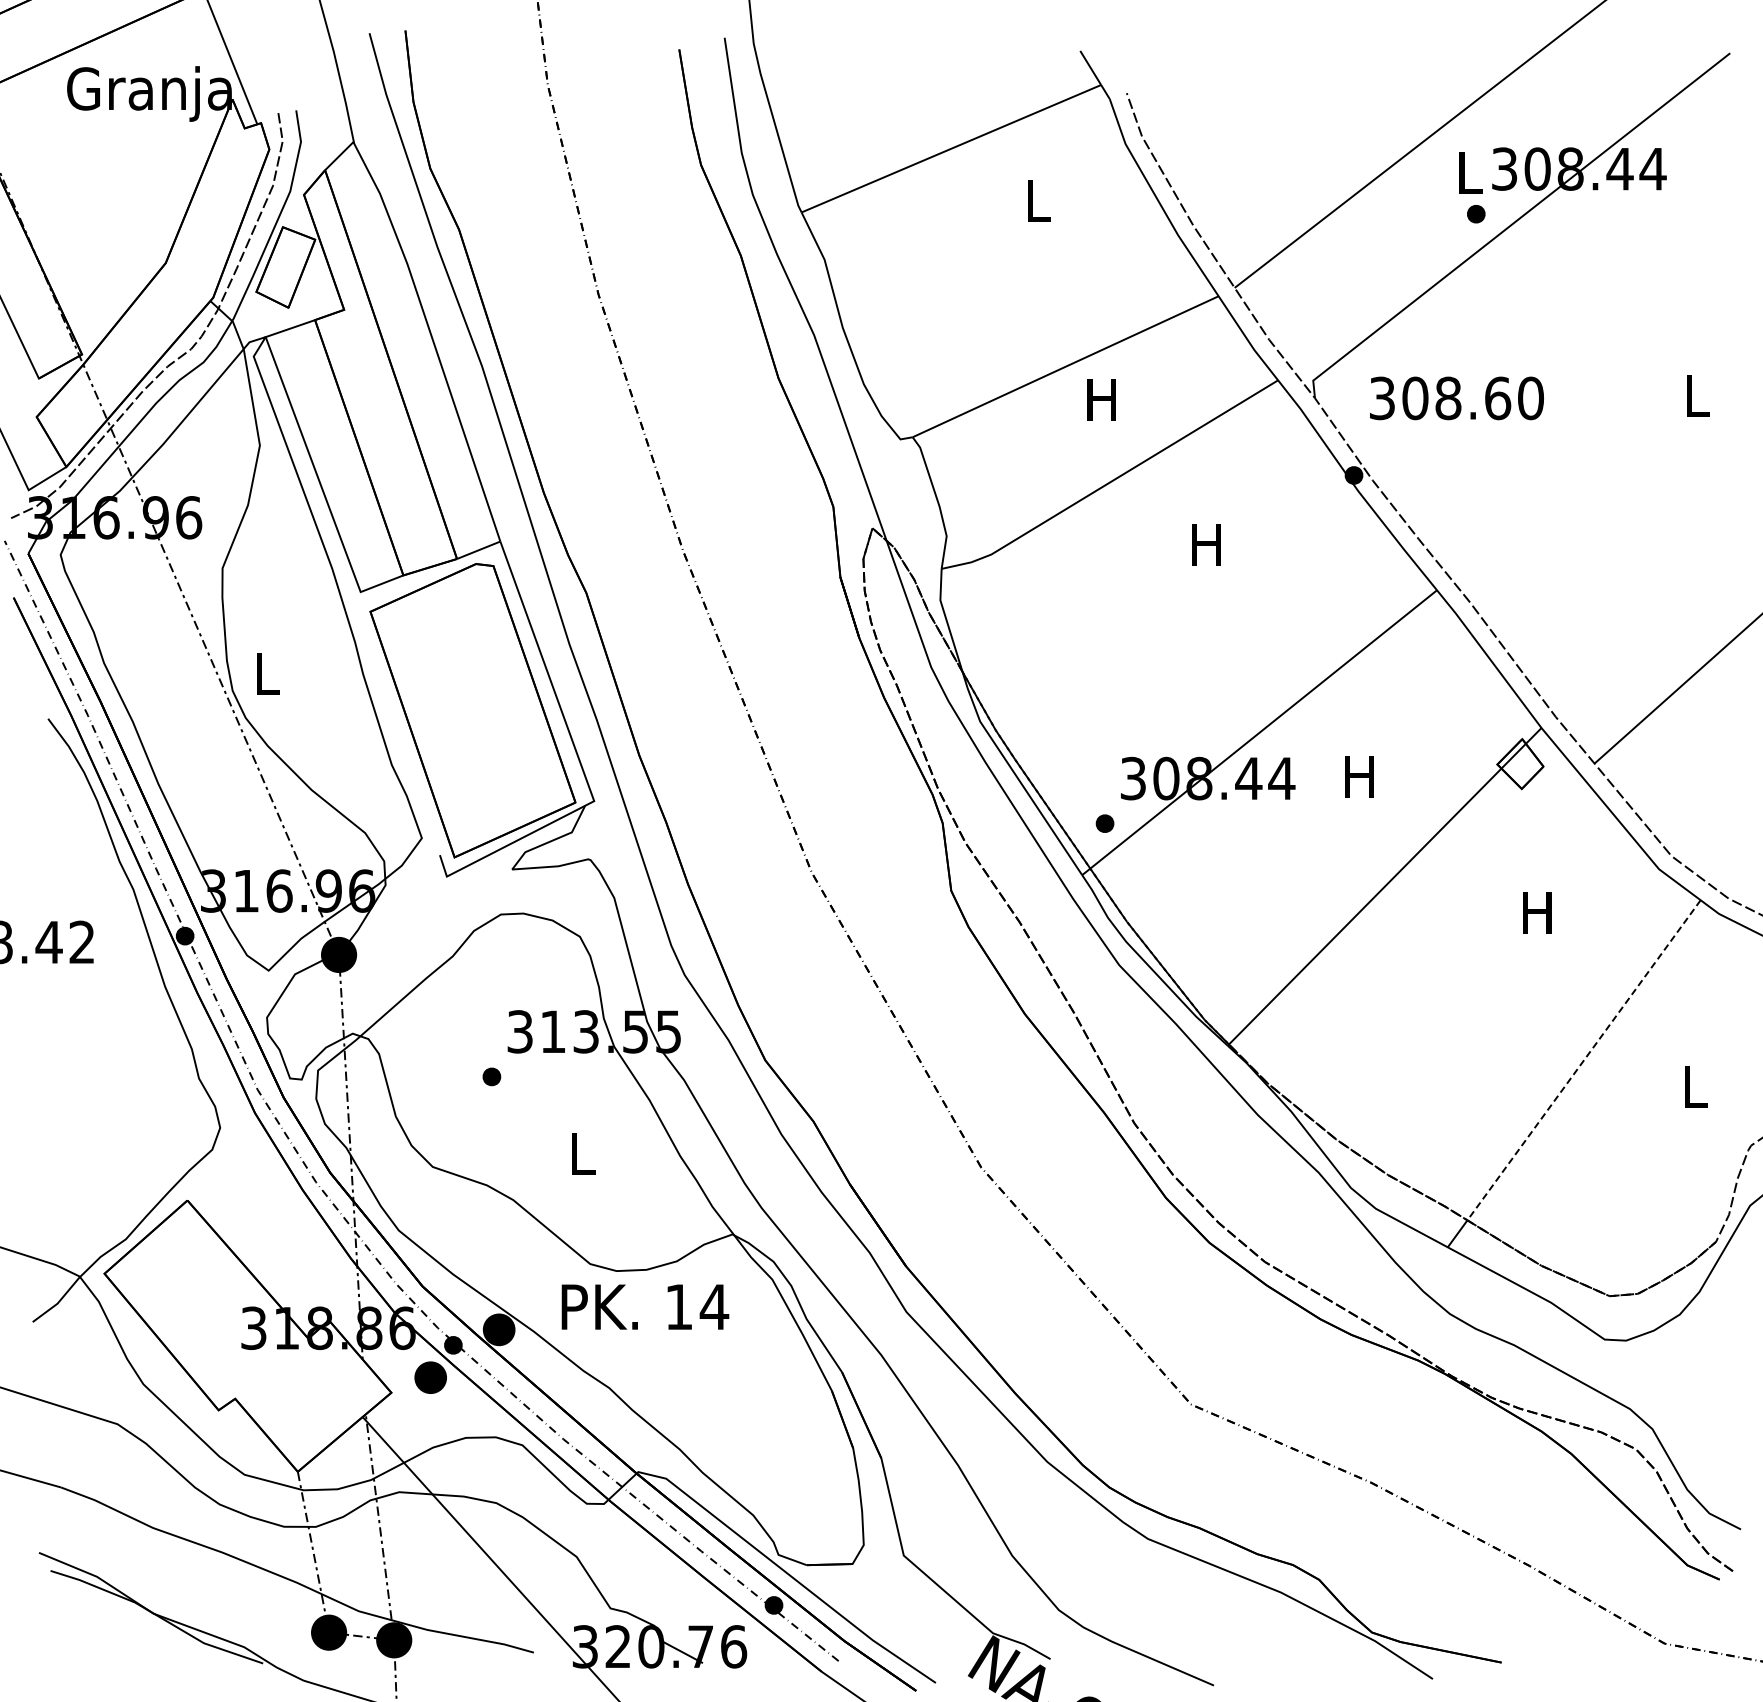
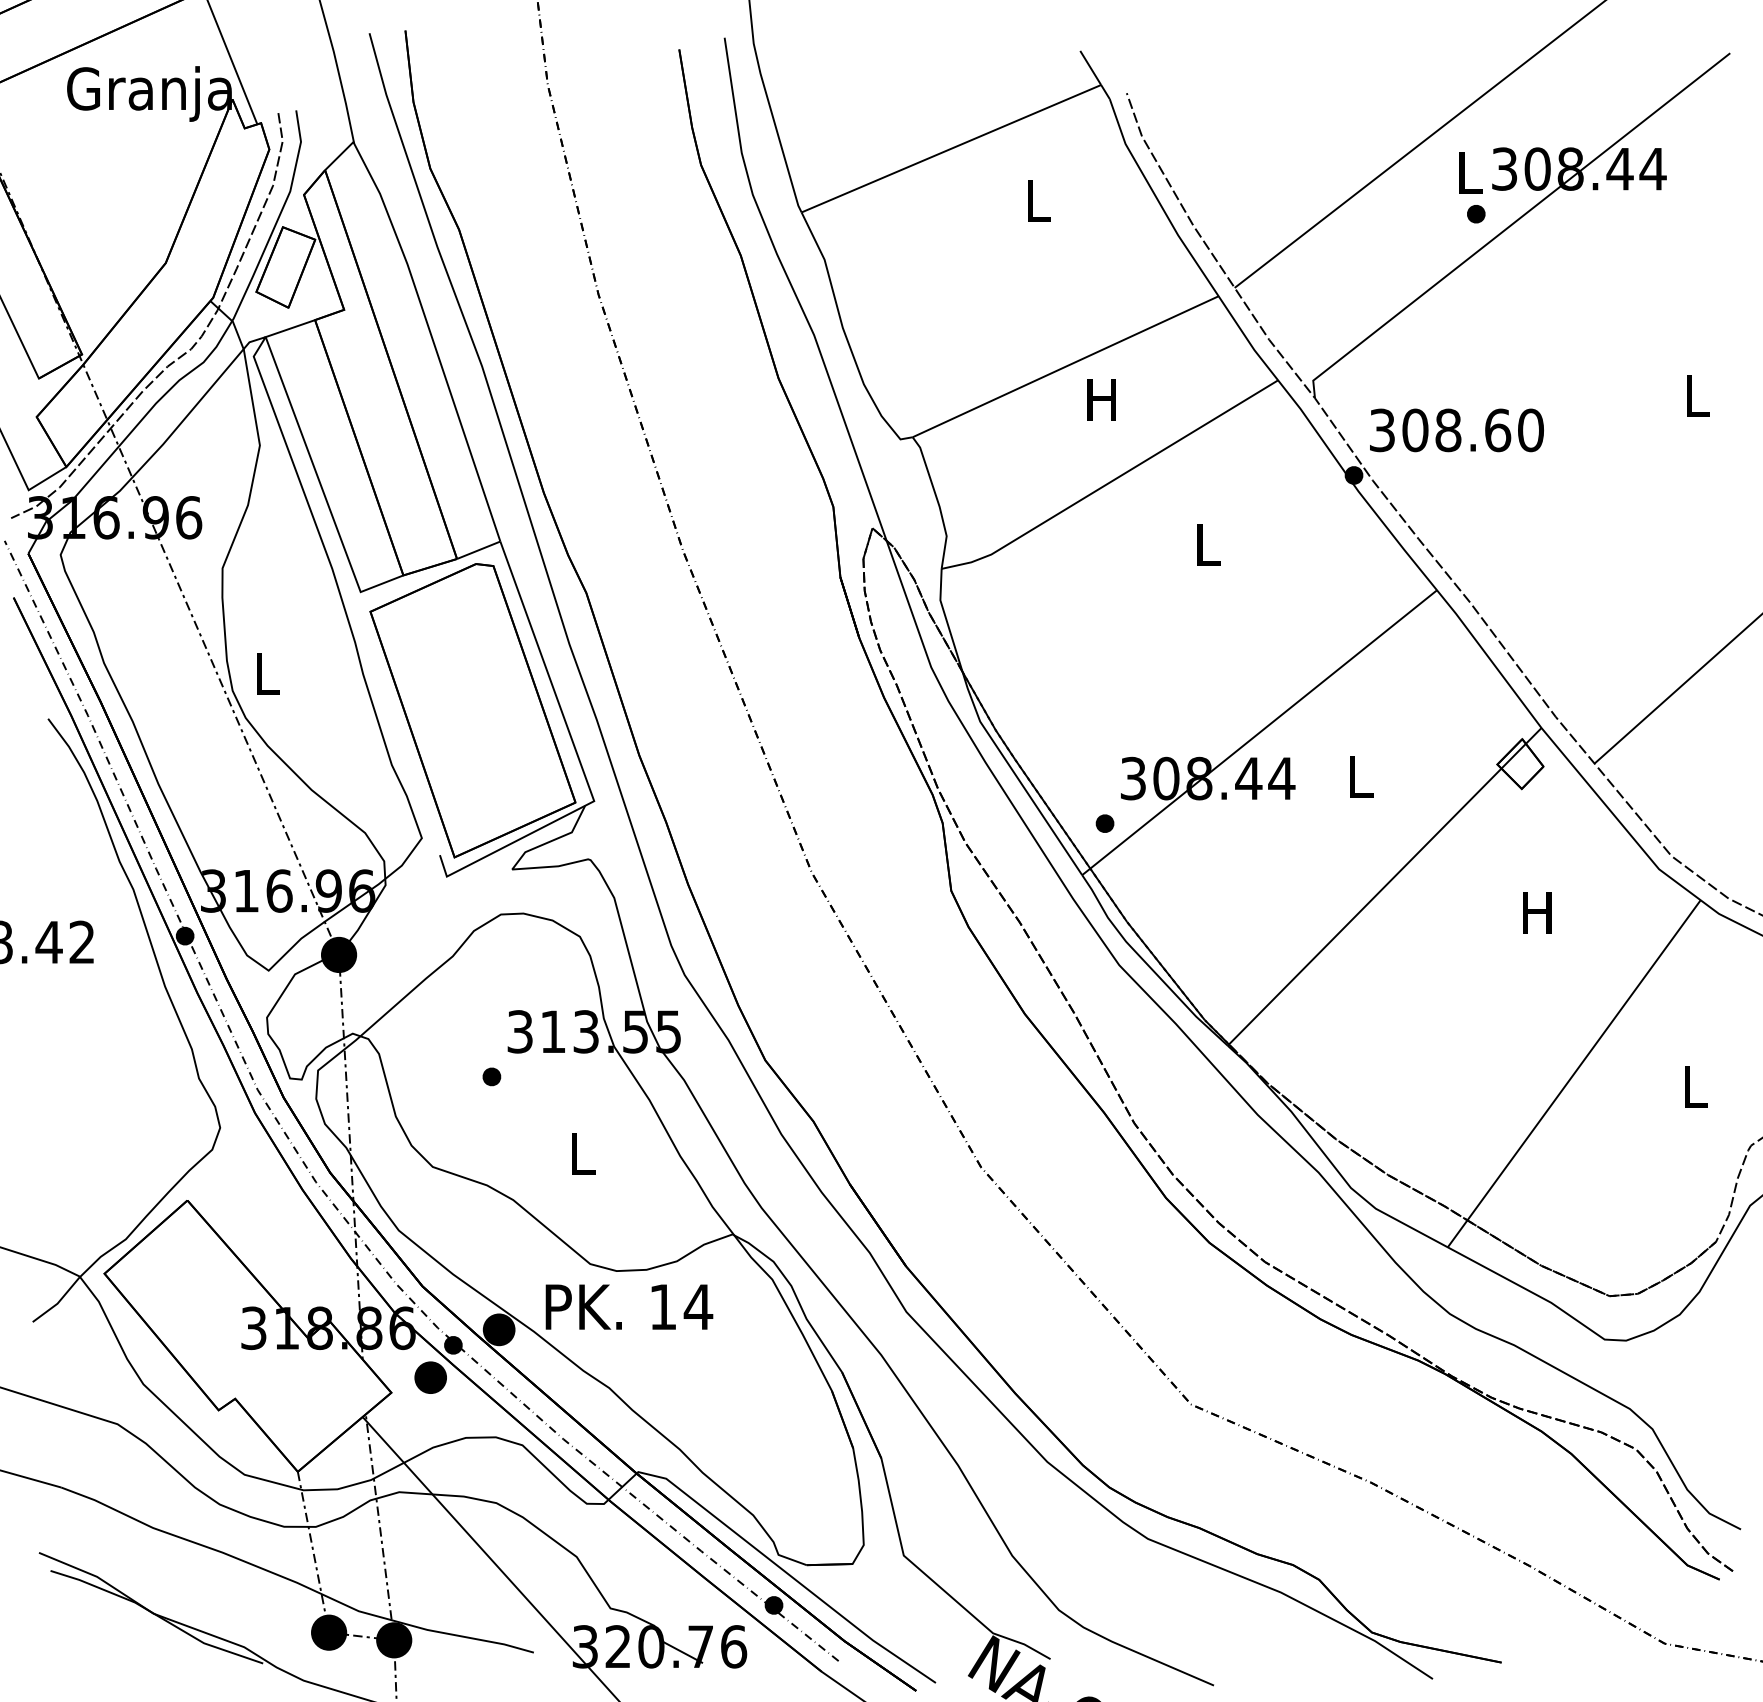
text at (1456, 398) position: (1456, 398) -> (1456, 430)
text at (1206, 544): H -> L
text at (1359, 776): H -> L
line at (1583, 1060): dashed -> solid
text at (645, 1306) position: (645, 1306) -> (629, 1306)
